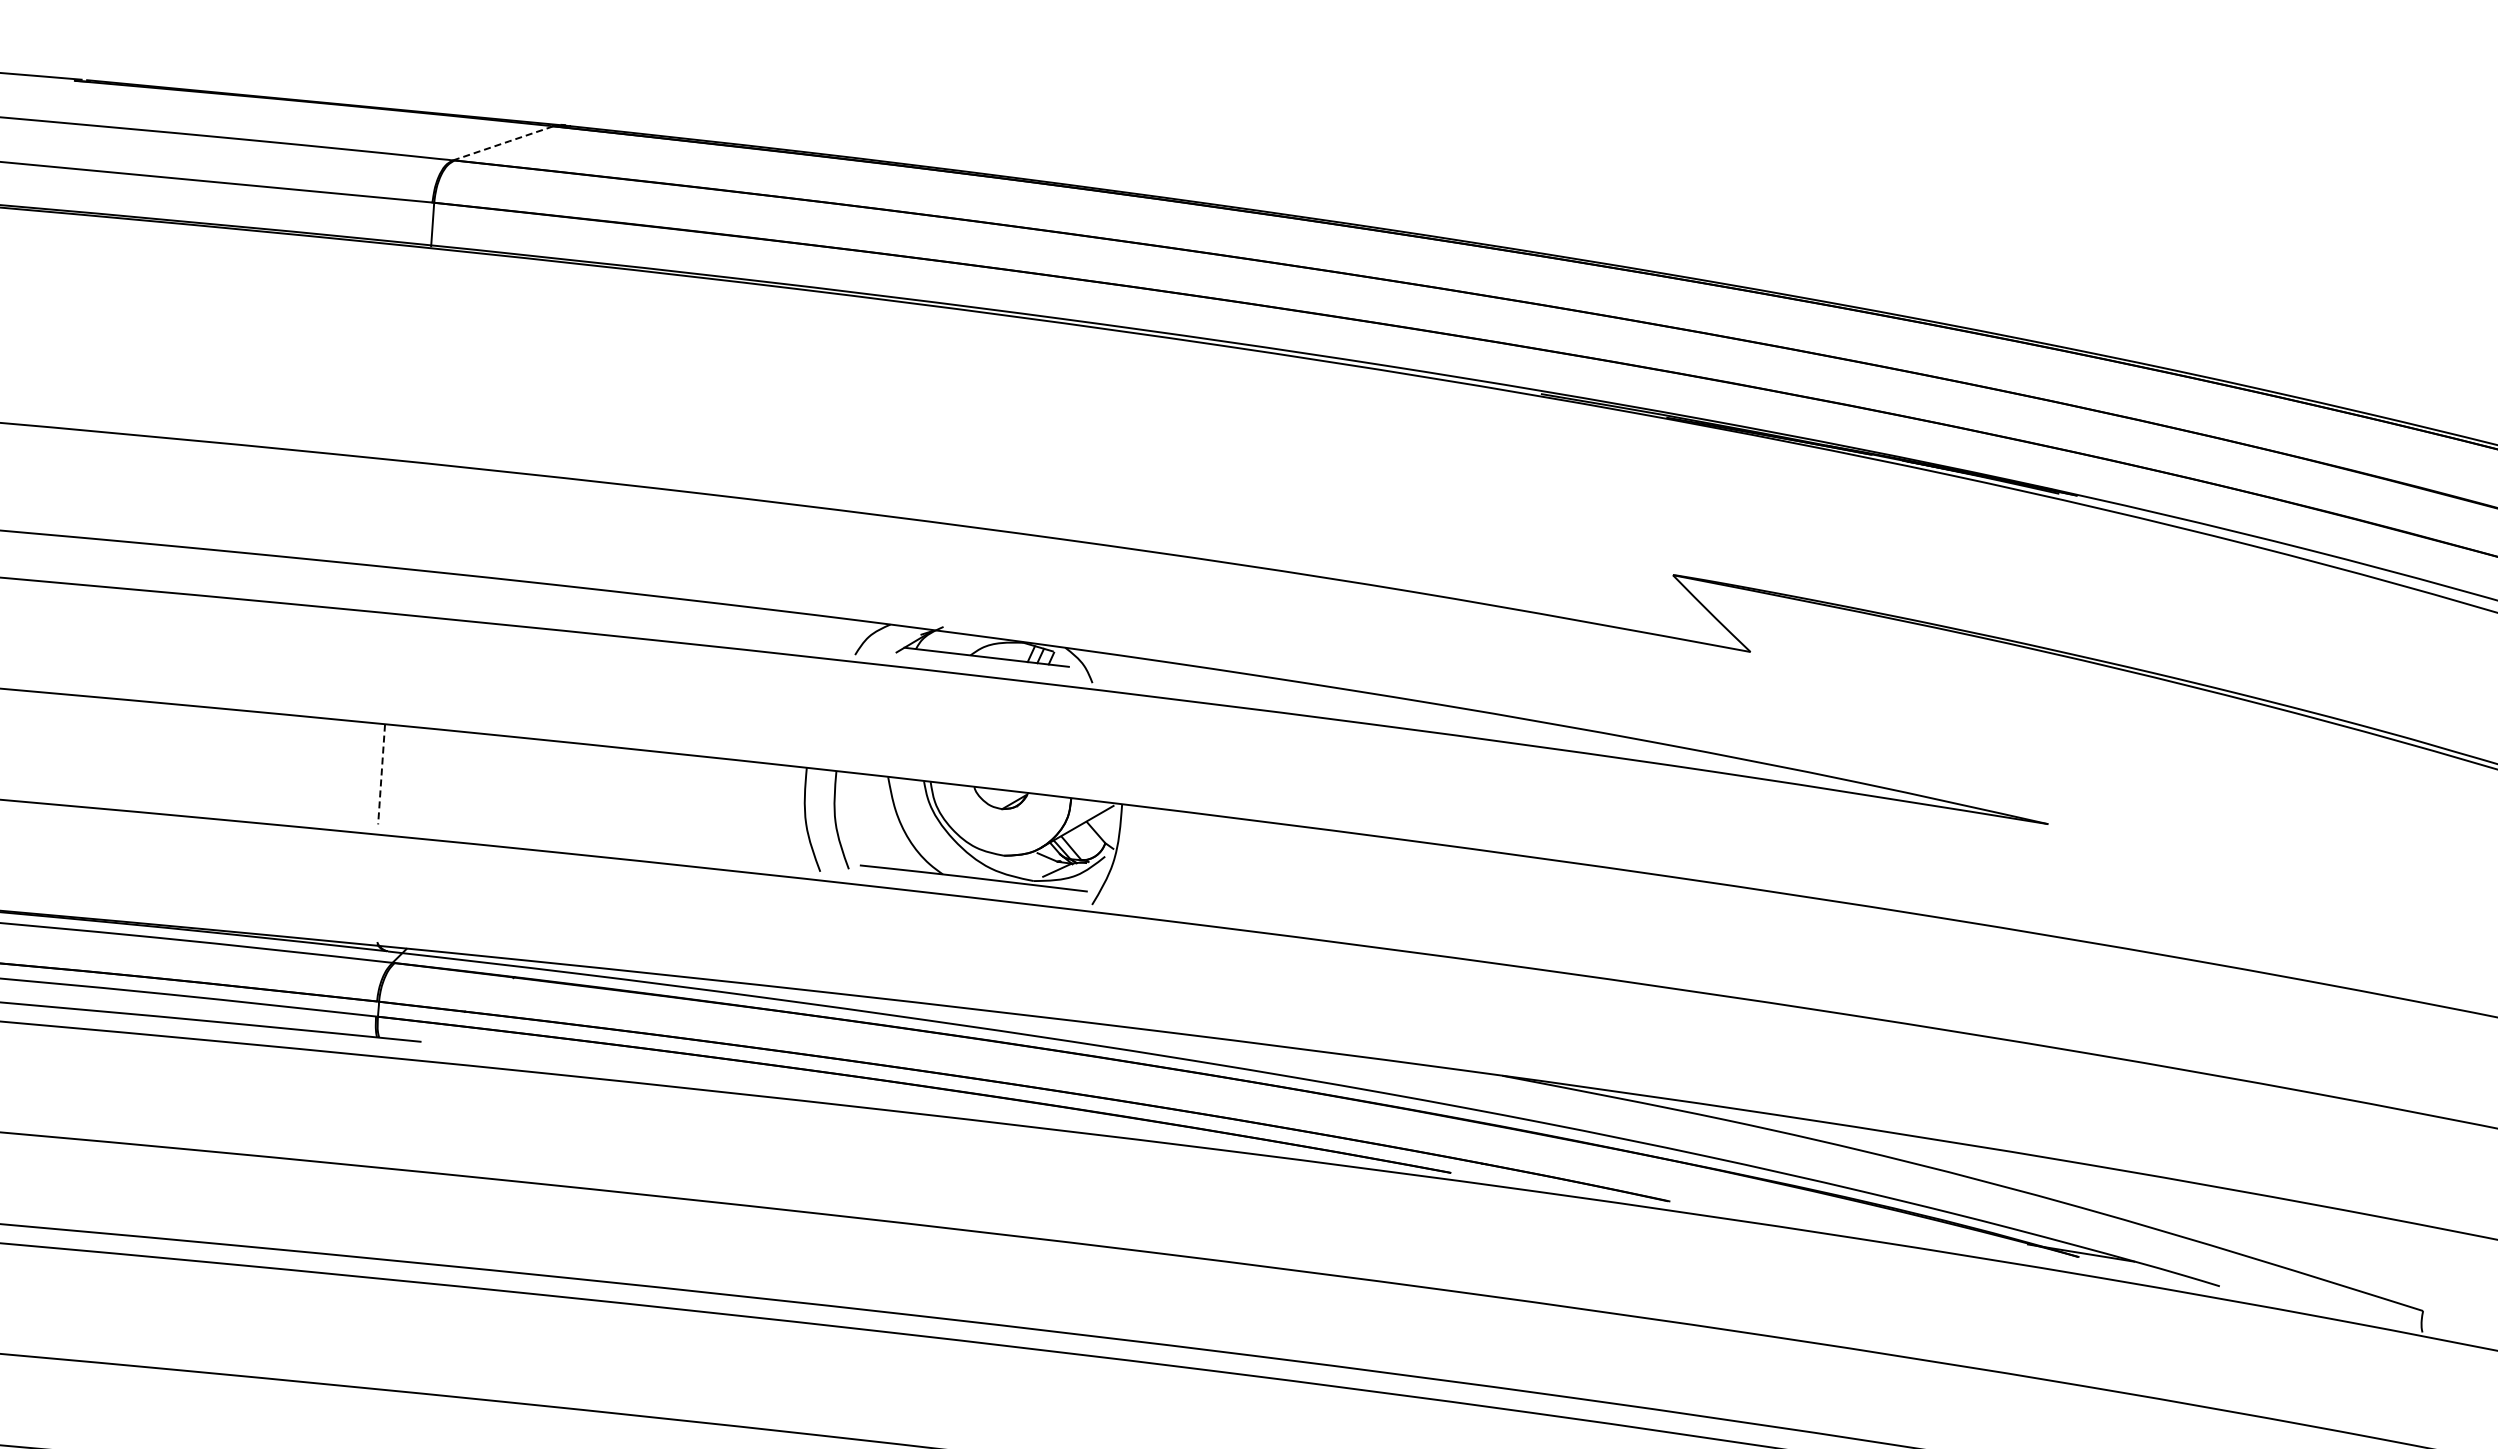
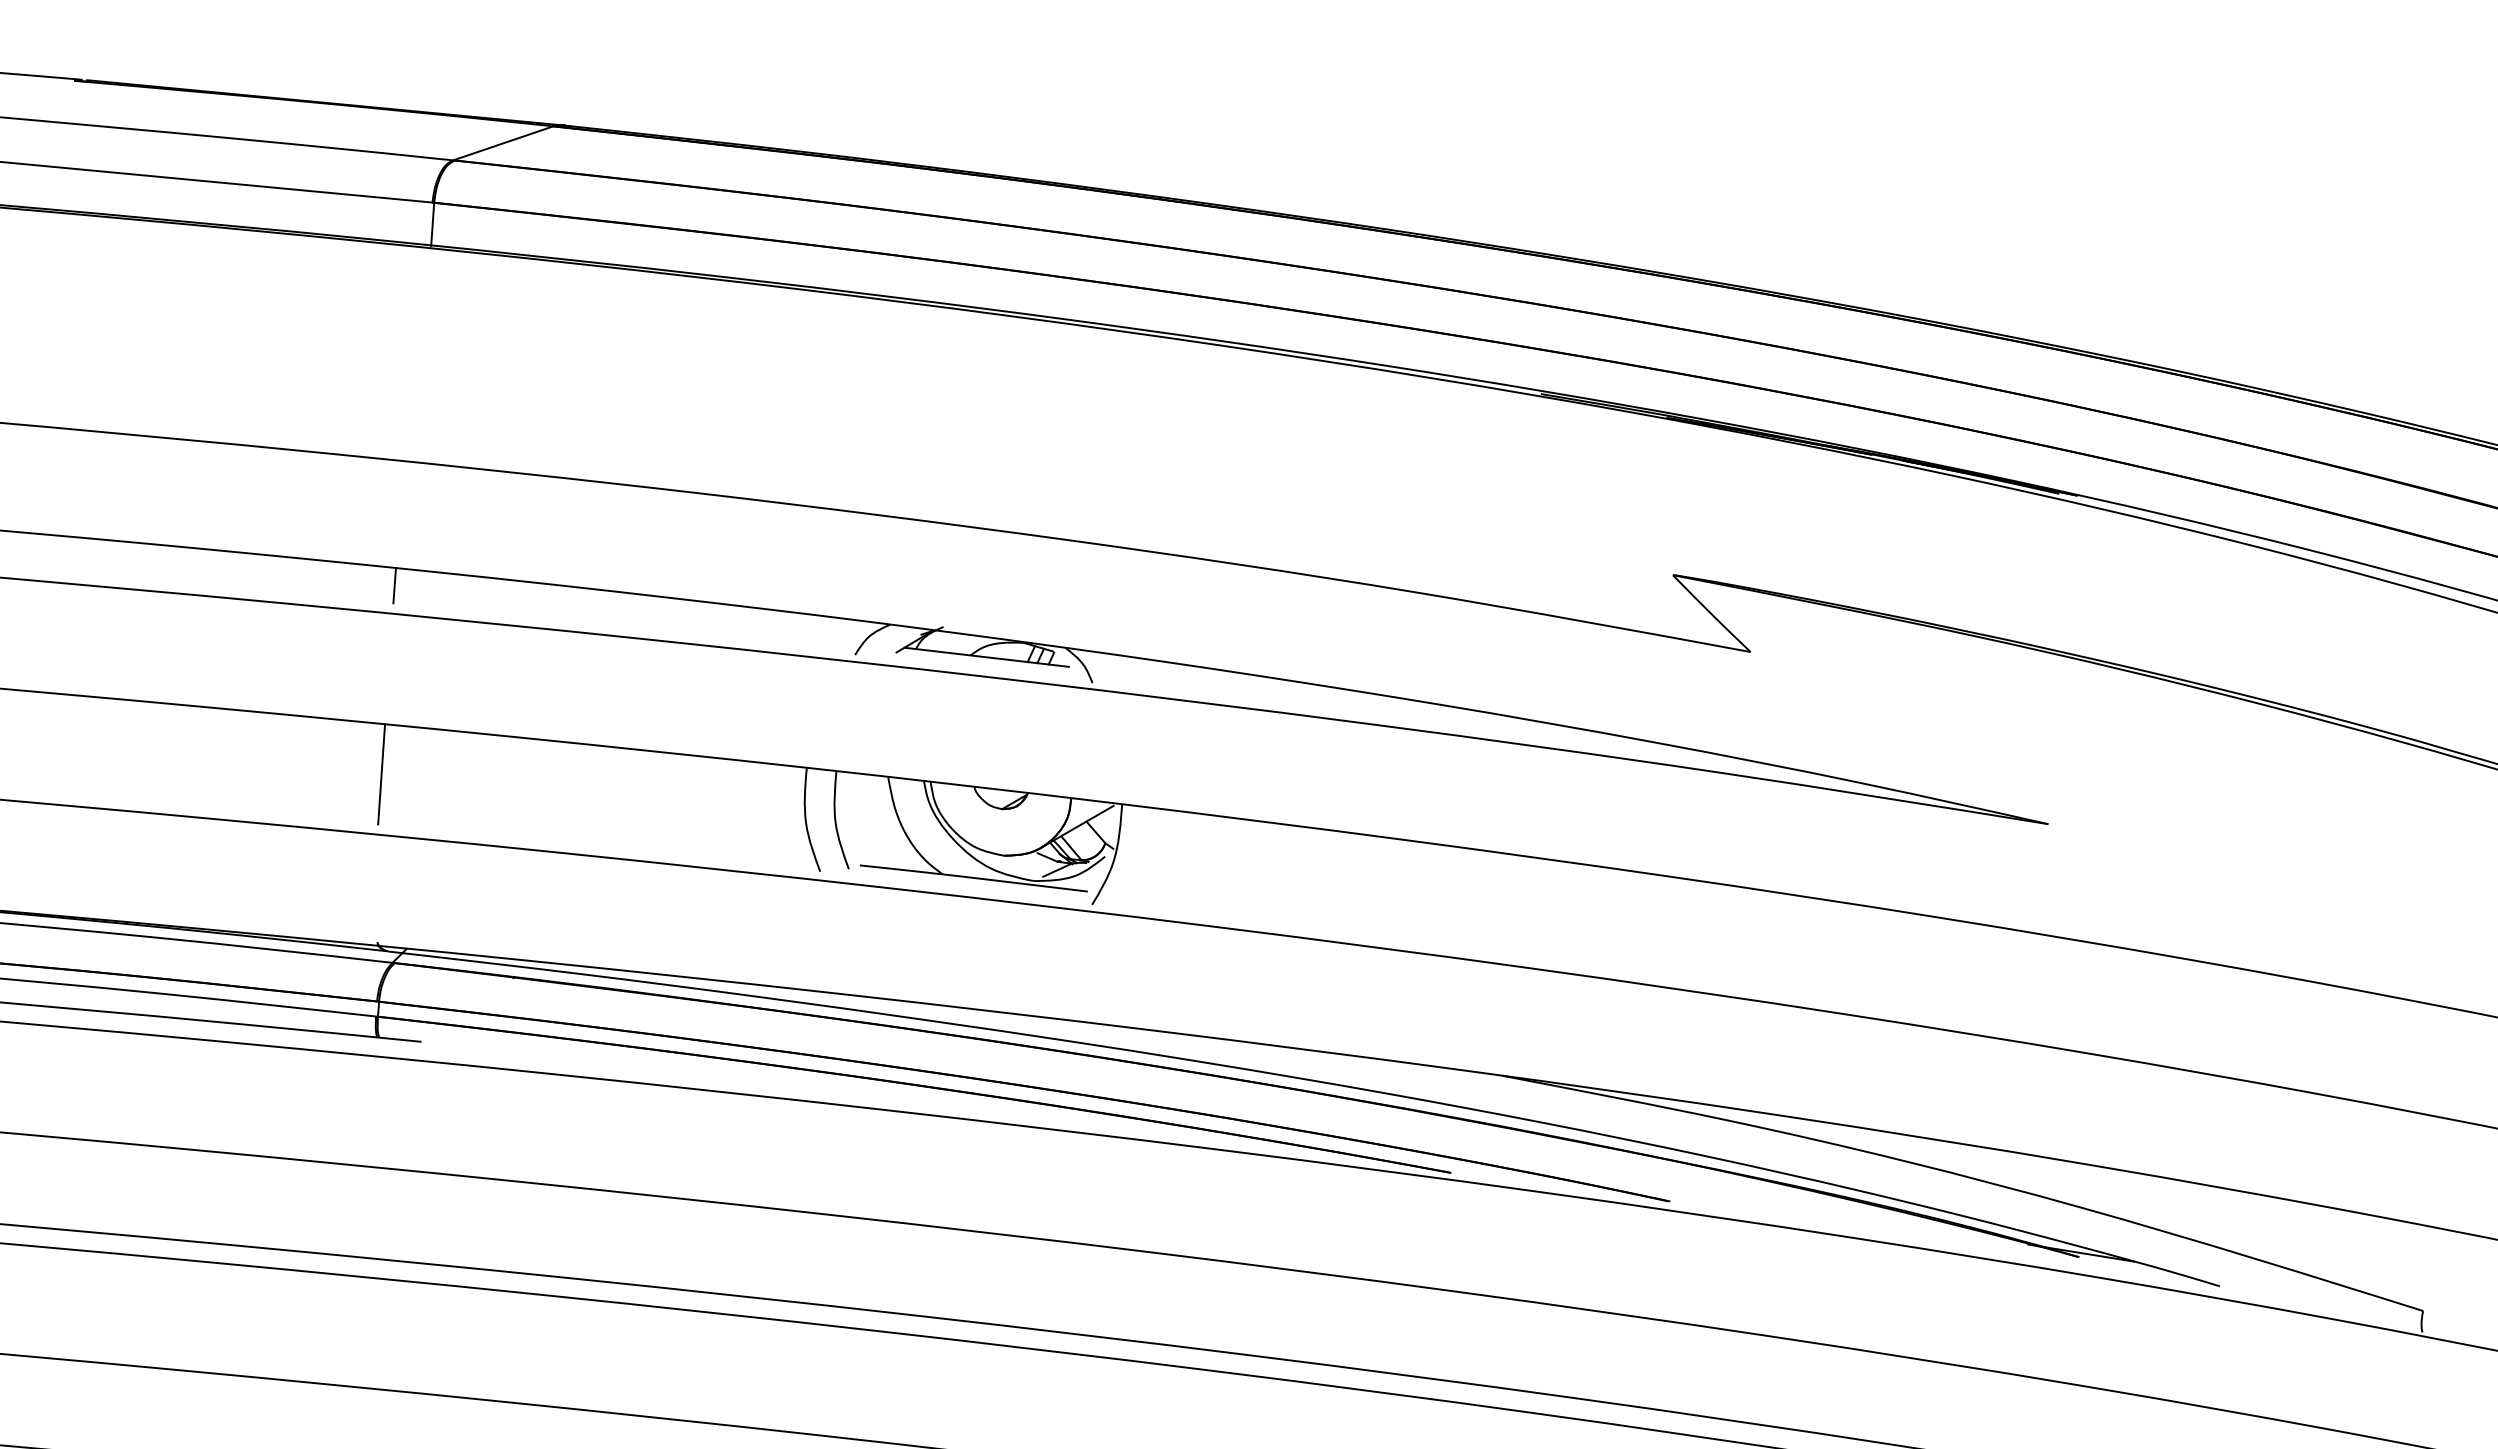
line at (503, 143): dashed -> solid
line at (394, 585): none -> present
line at (381, 774): dashed -> solid
